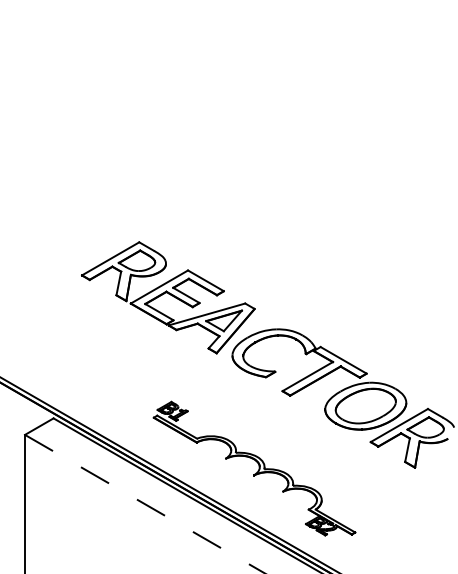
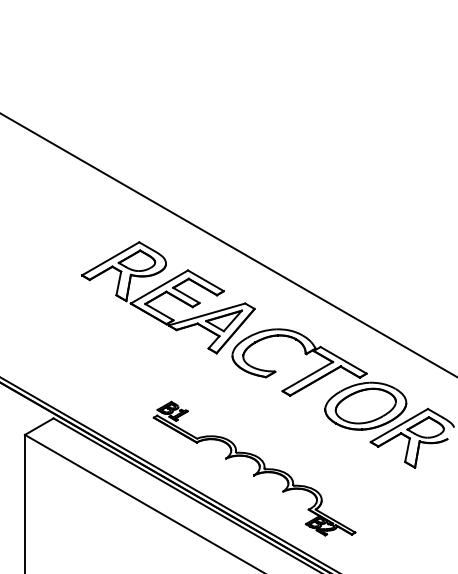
line at (228, 244): none -> present
line at (145, 504): dashed -> solid
